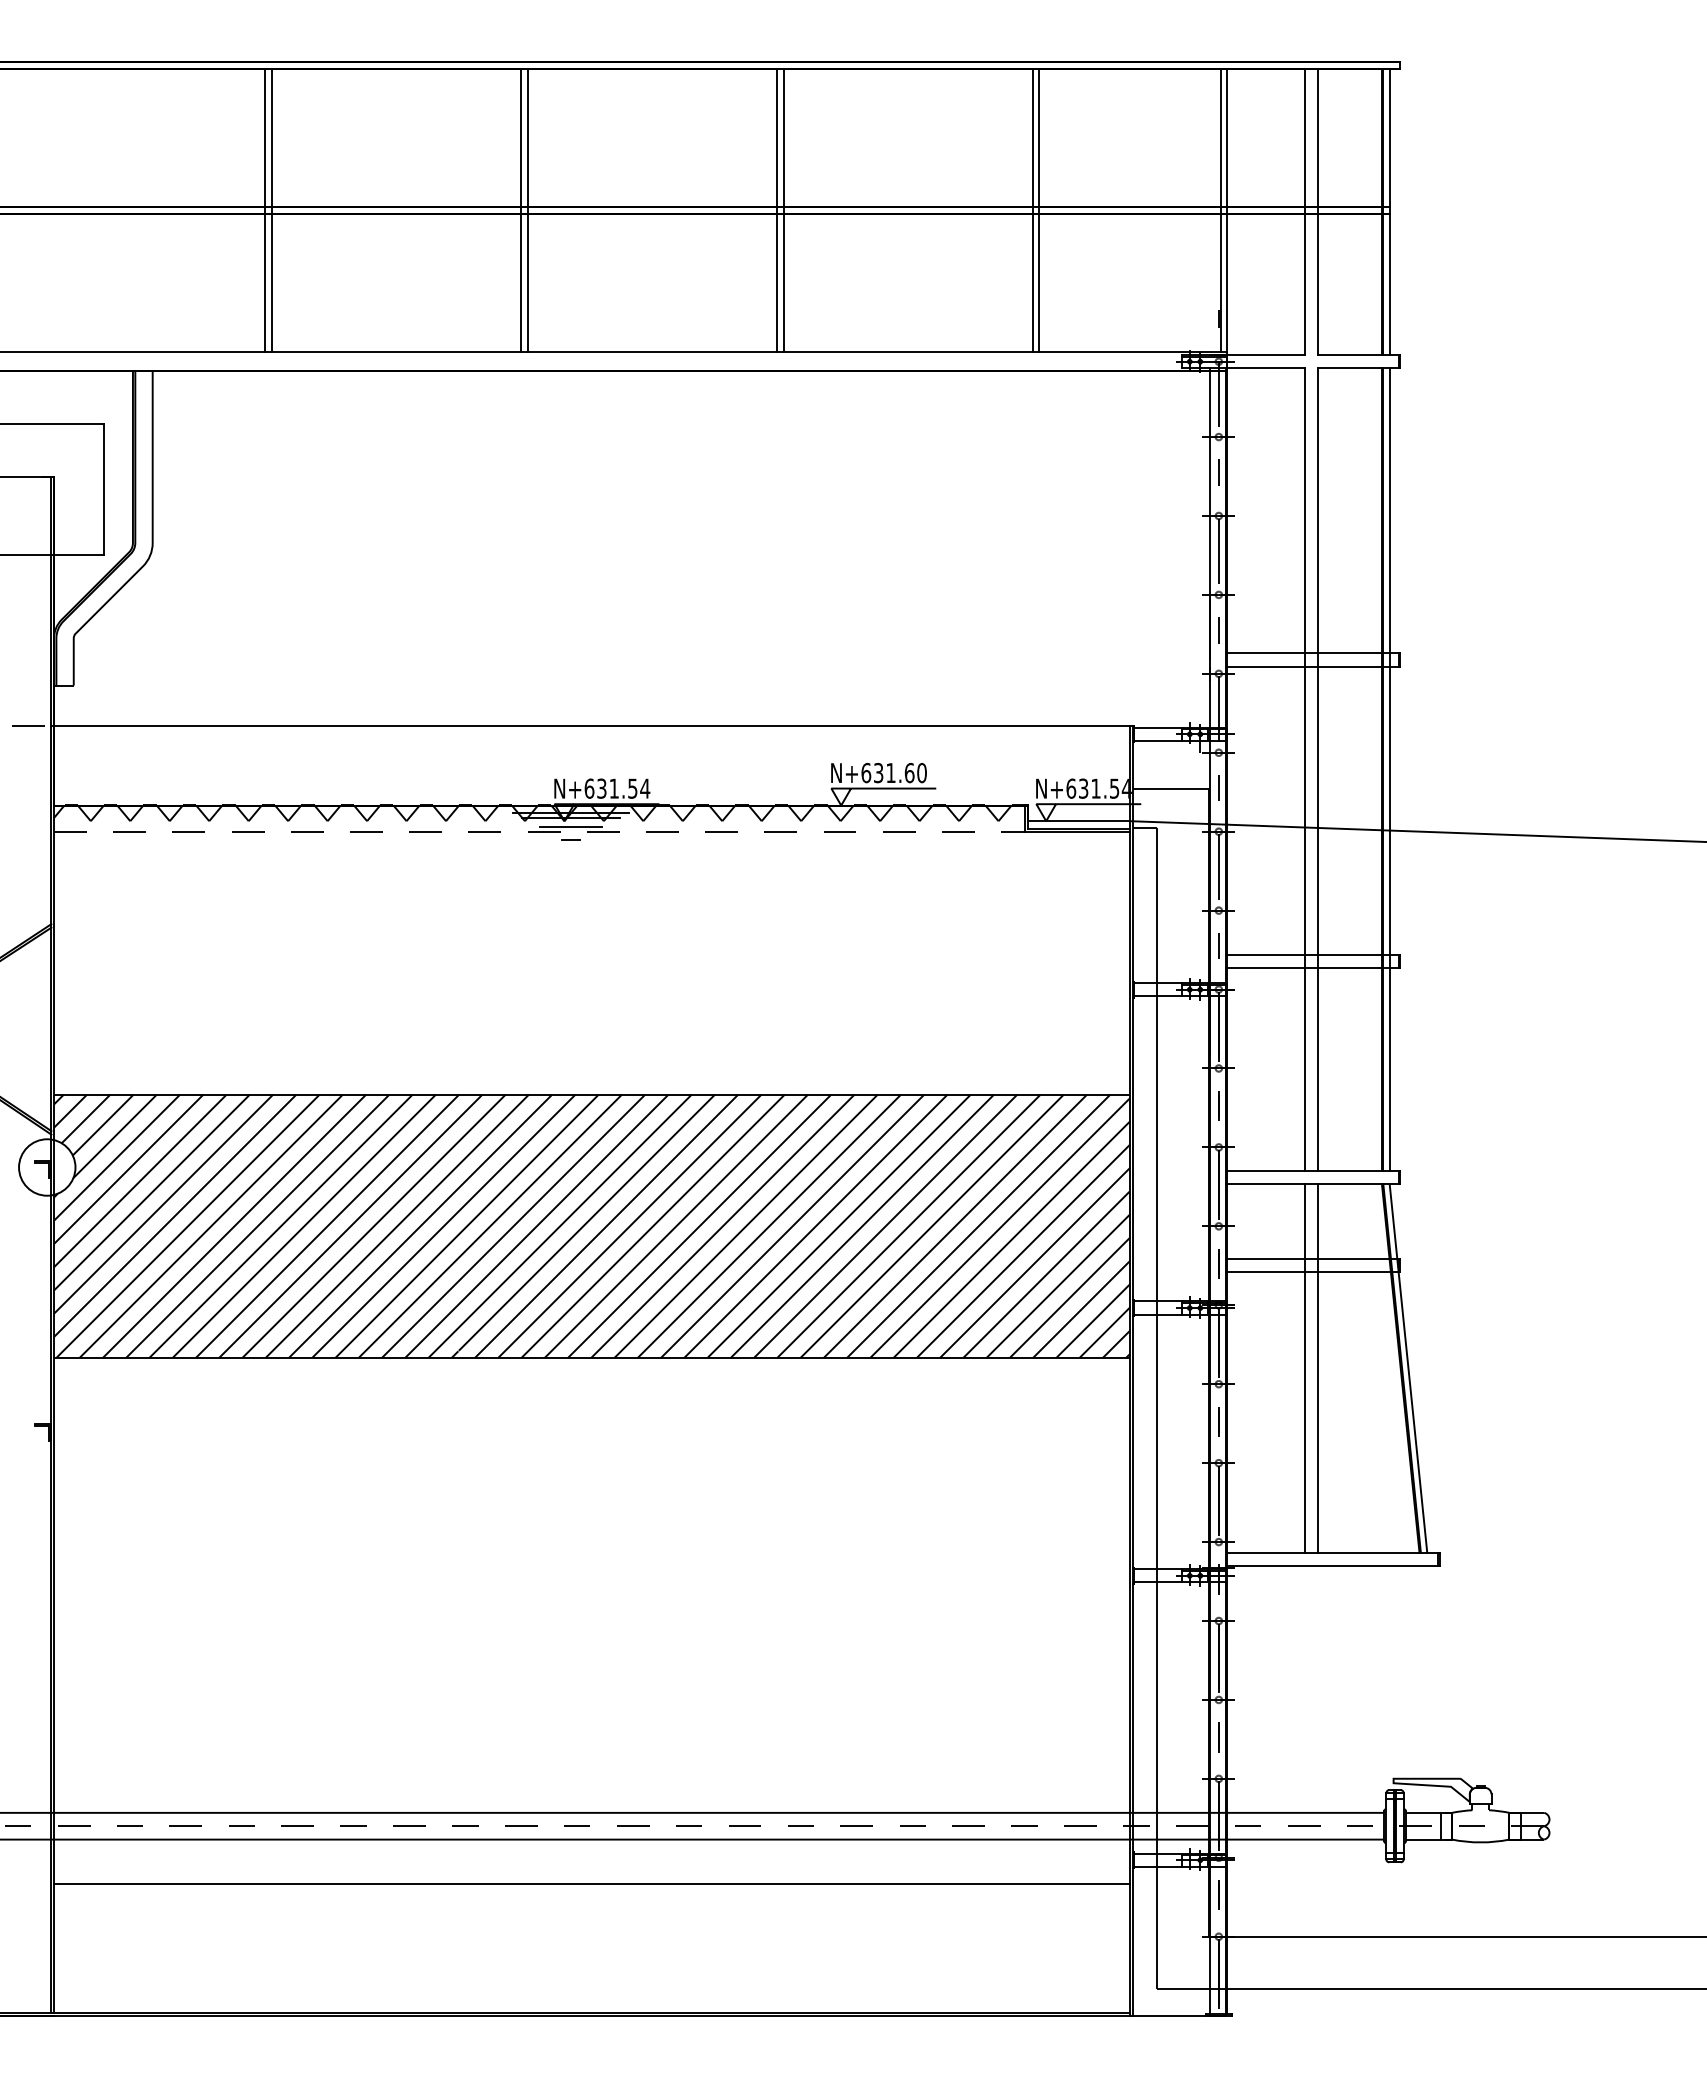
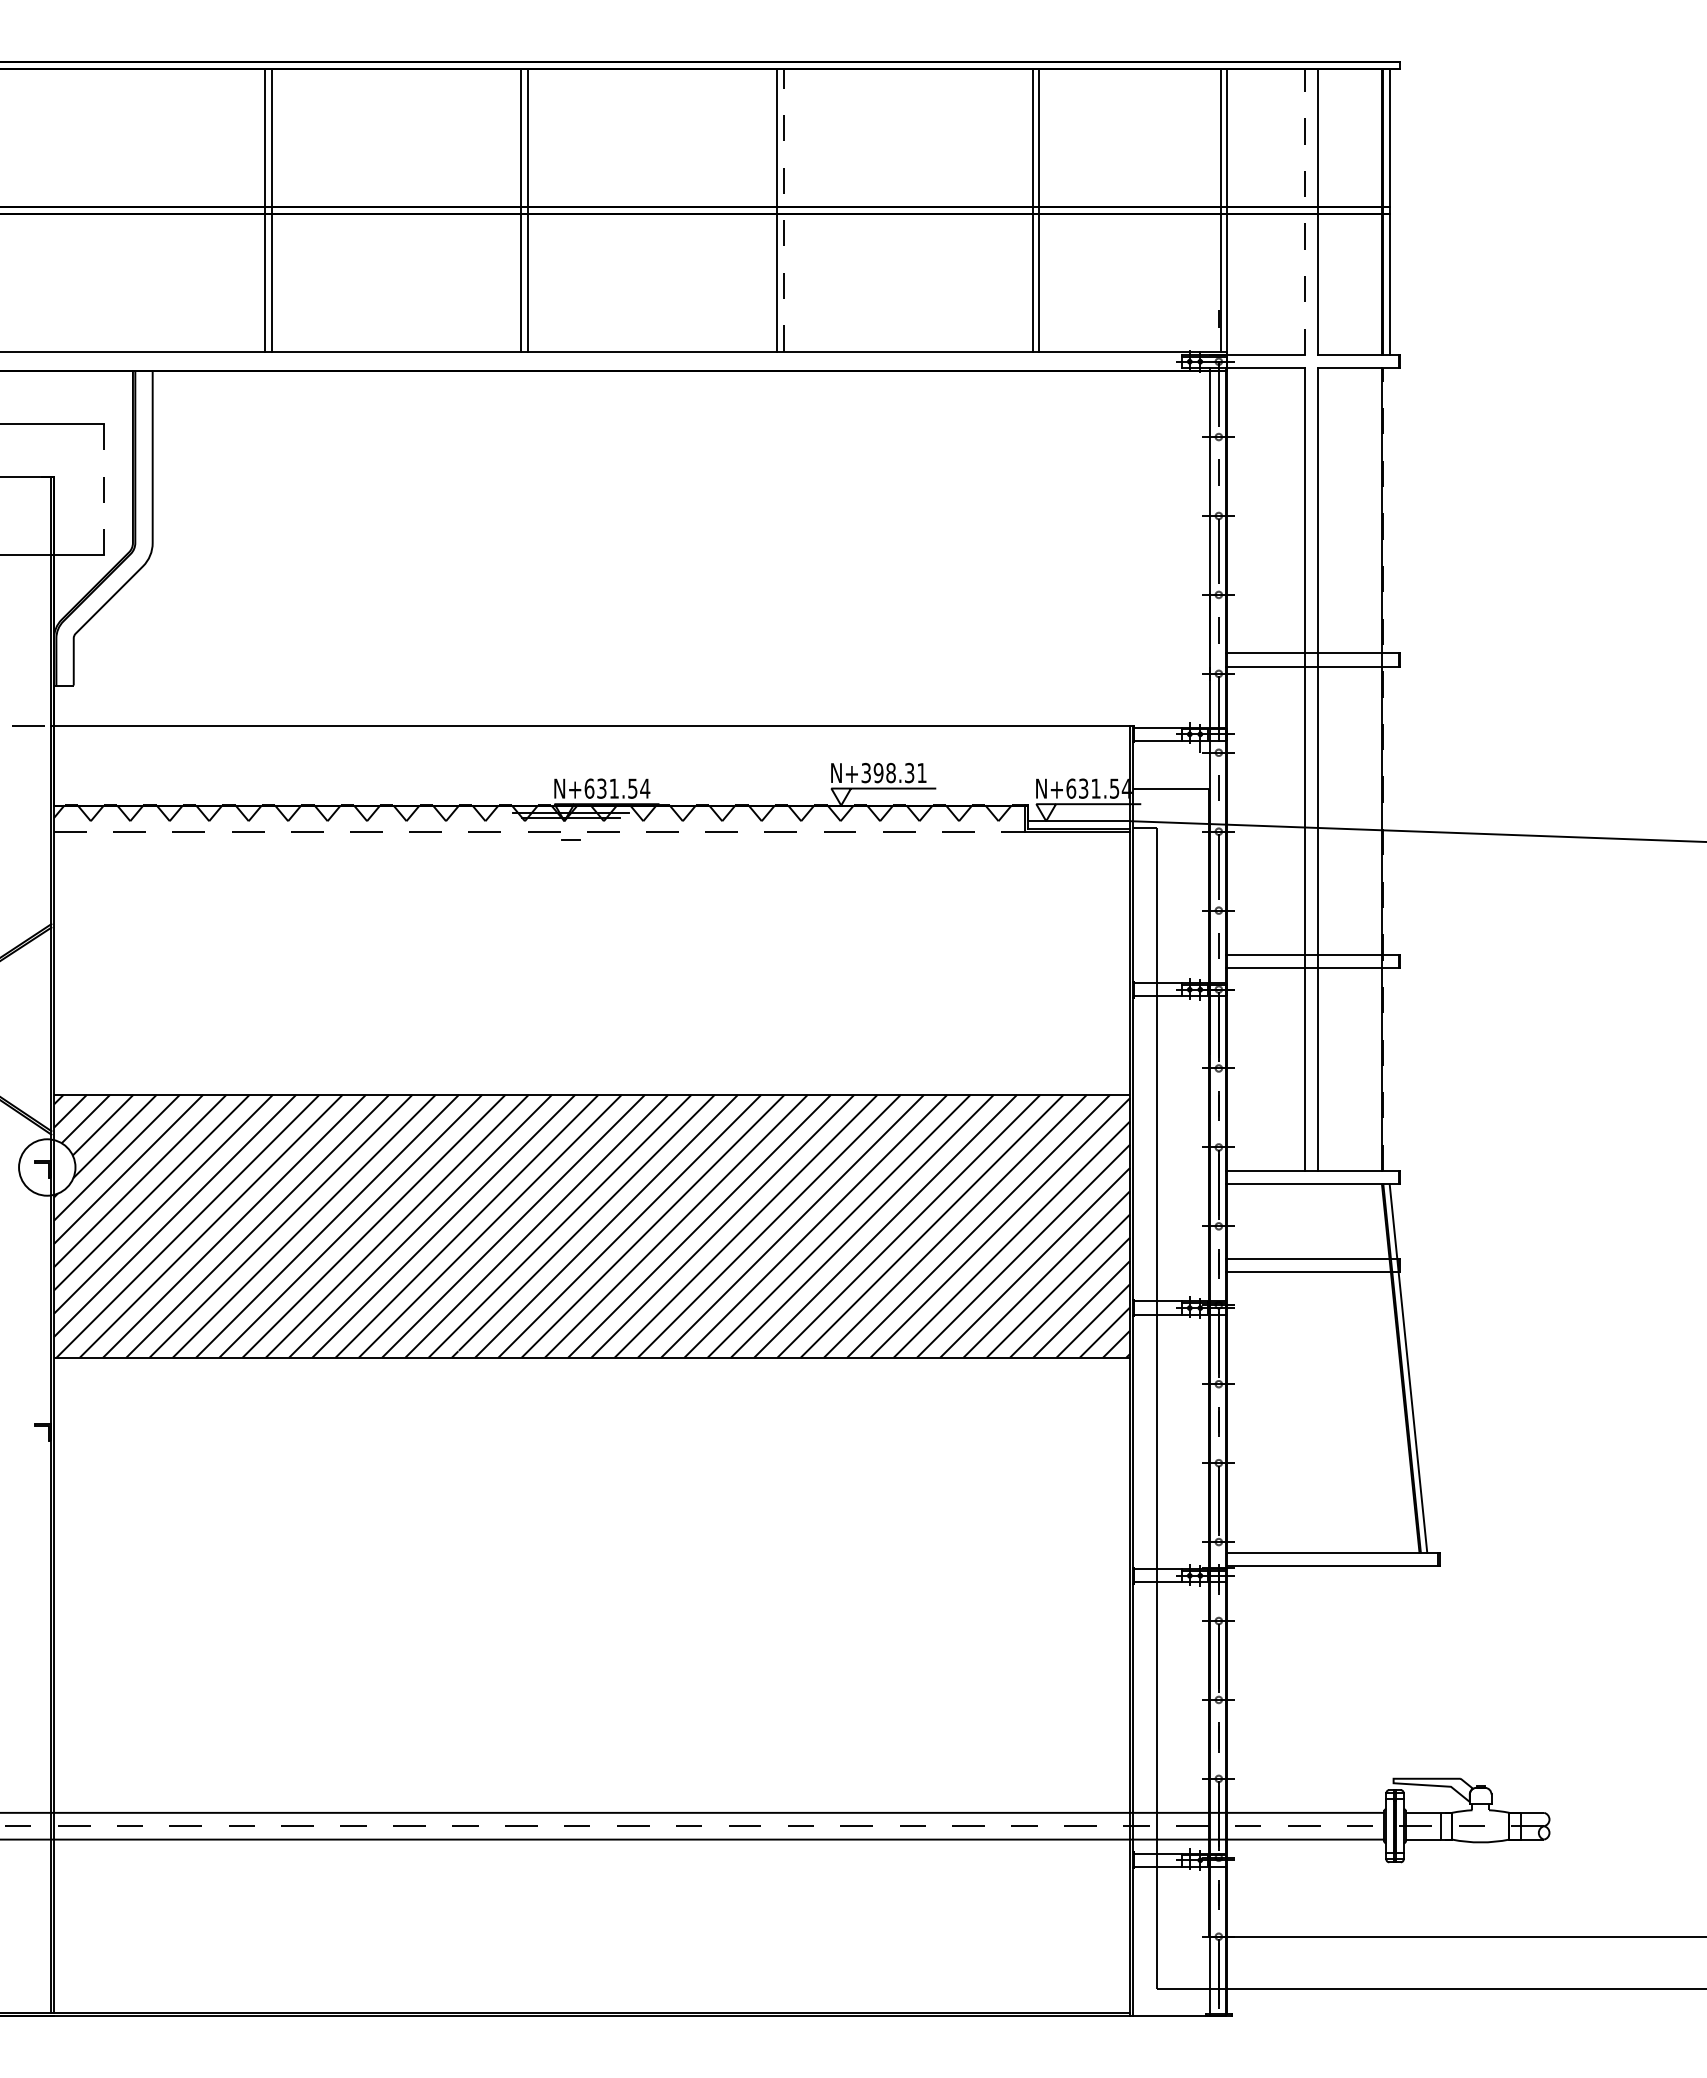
line at (783, 209): solid -> dashed
line at (1305, 211): solid -> dashed
line at (104, 489): solid -> dashed
line at (1383, 769): solid -> dashed
line at (1389, 769): present -> none
text at (893, 772): N+631.60 -> N+398.31
line at (570, 827): present -> none
line at (1305, 1368): present -> none
line at (1318, 1368): present -> none
line at (592, 1884): present -> none
